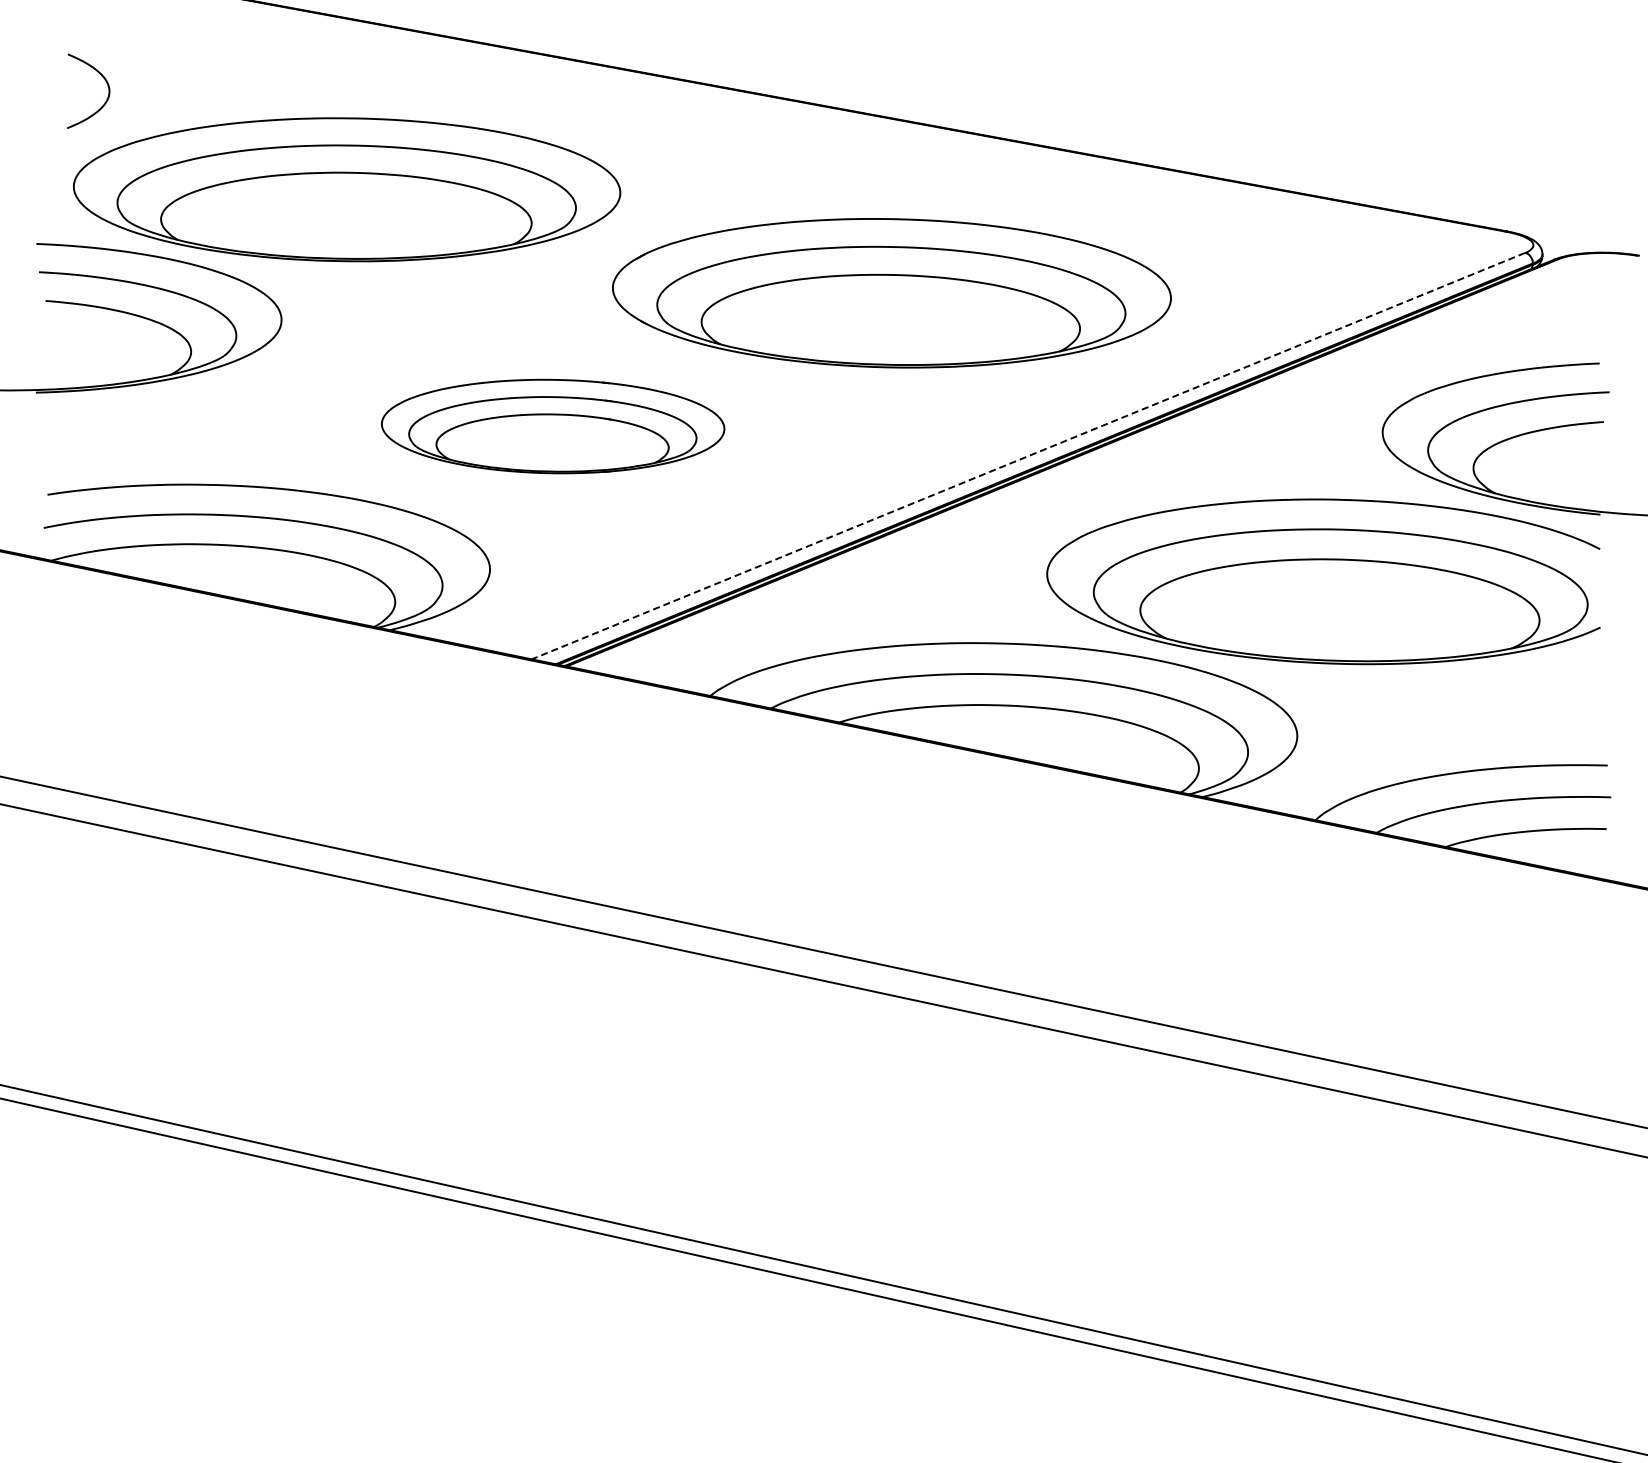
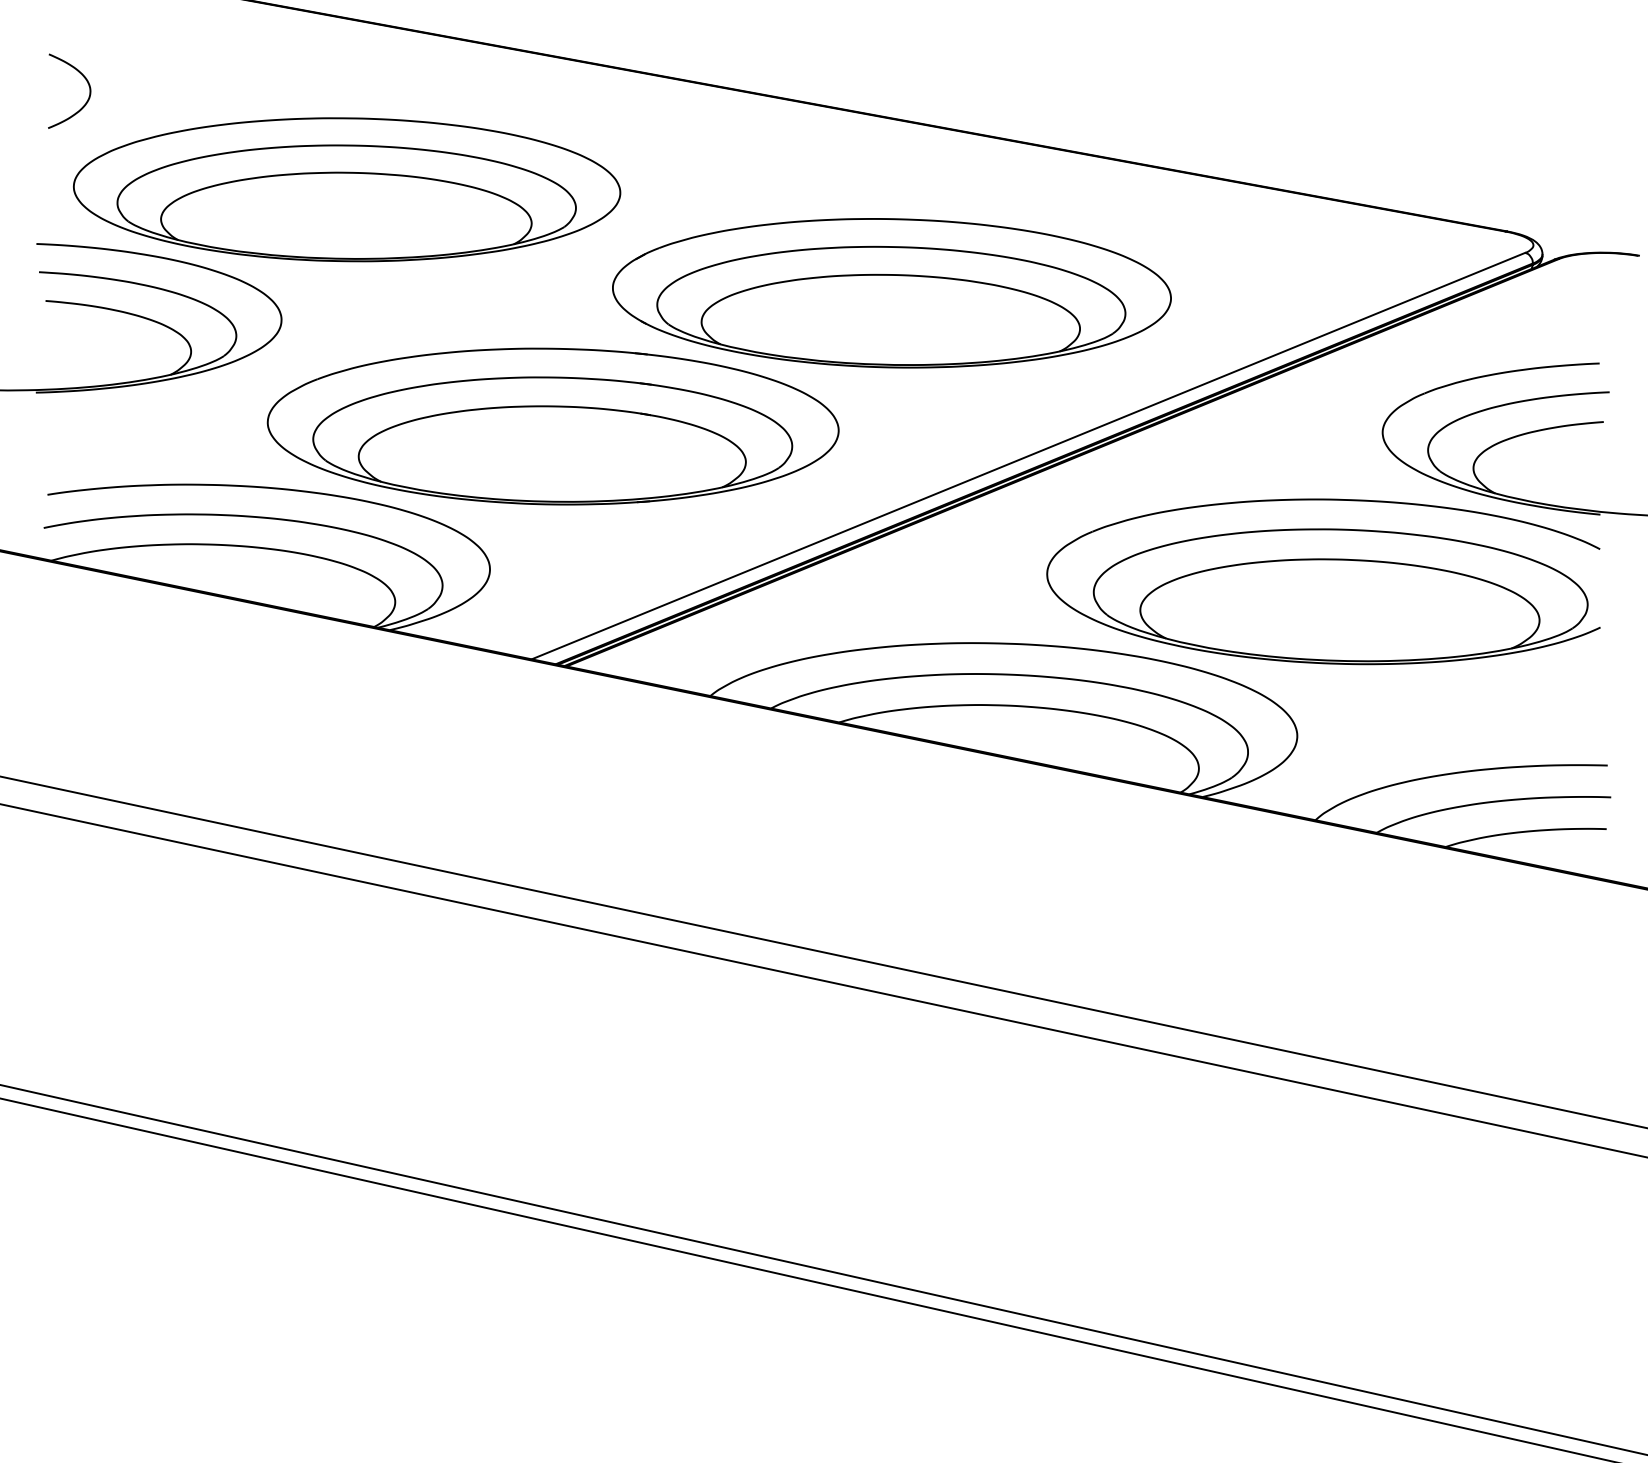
curve at (101, 76) position: (101, 76) -> (82, 76)
part at (553, 426) size: 345x97 px -> 574x159 px
line at (1028, 456): dashed -> solid
